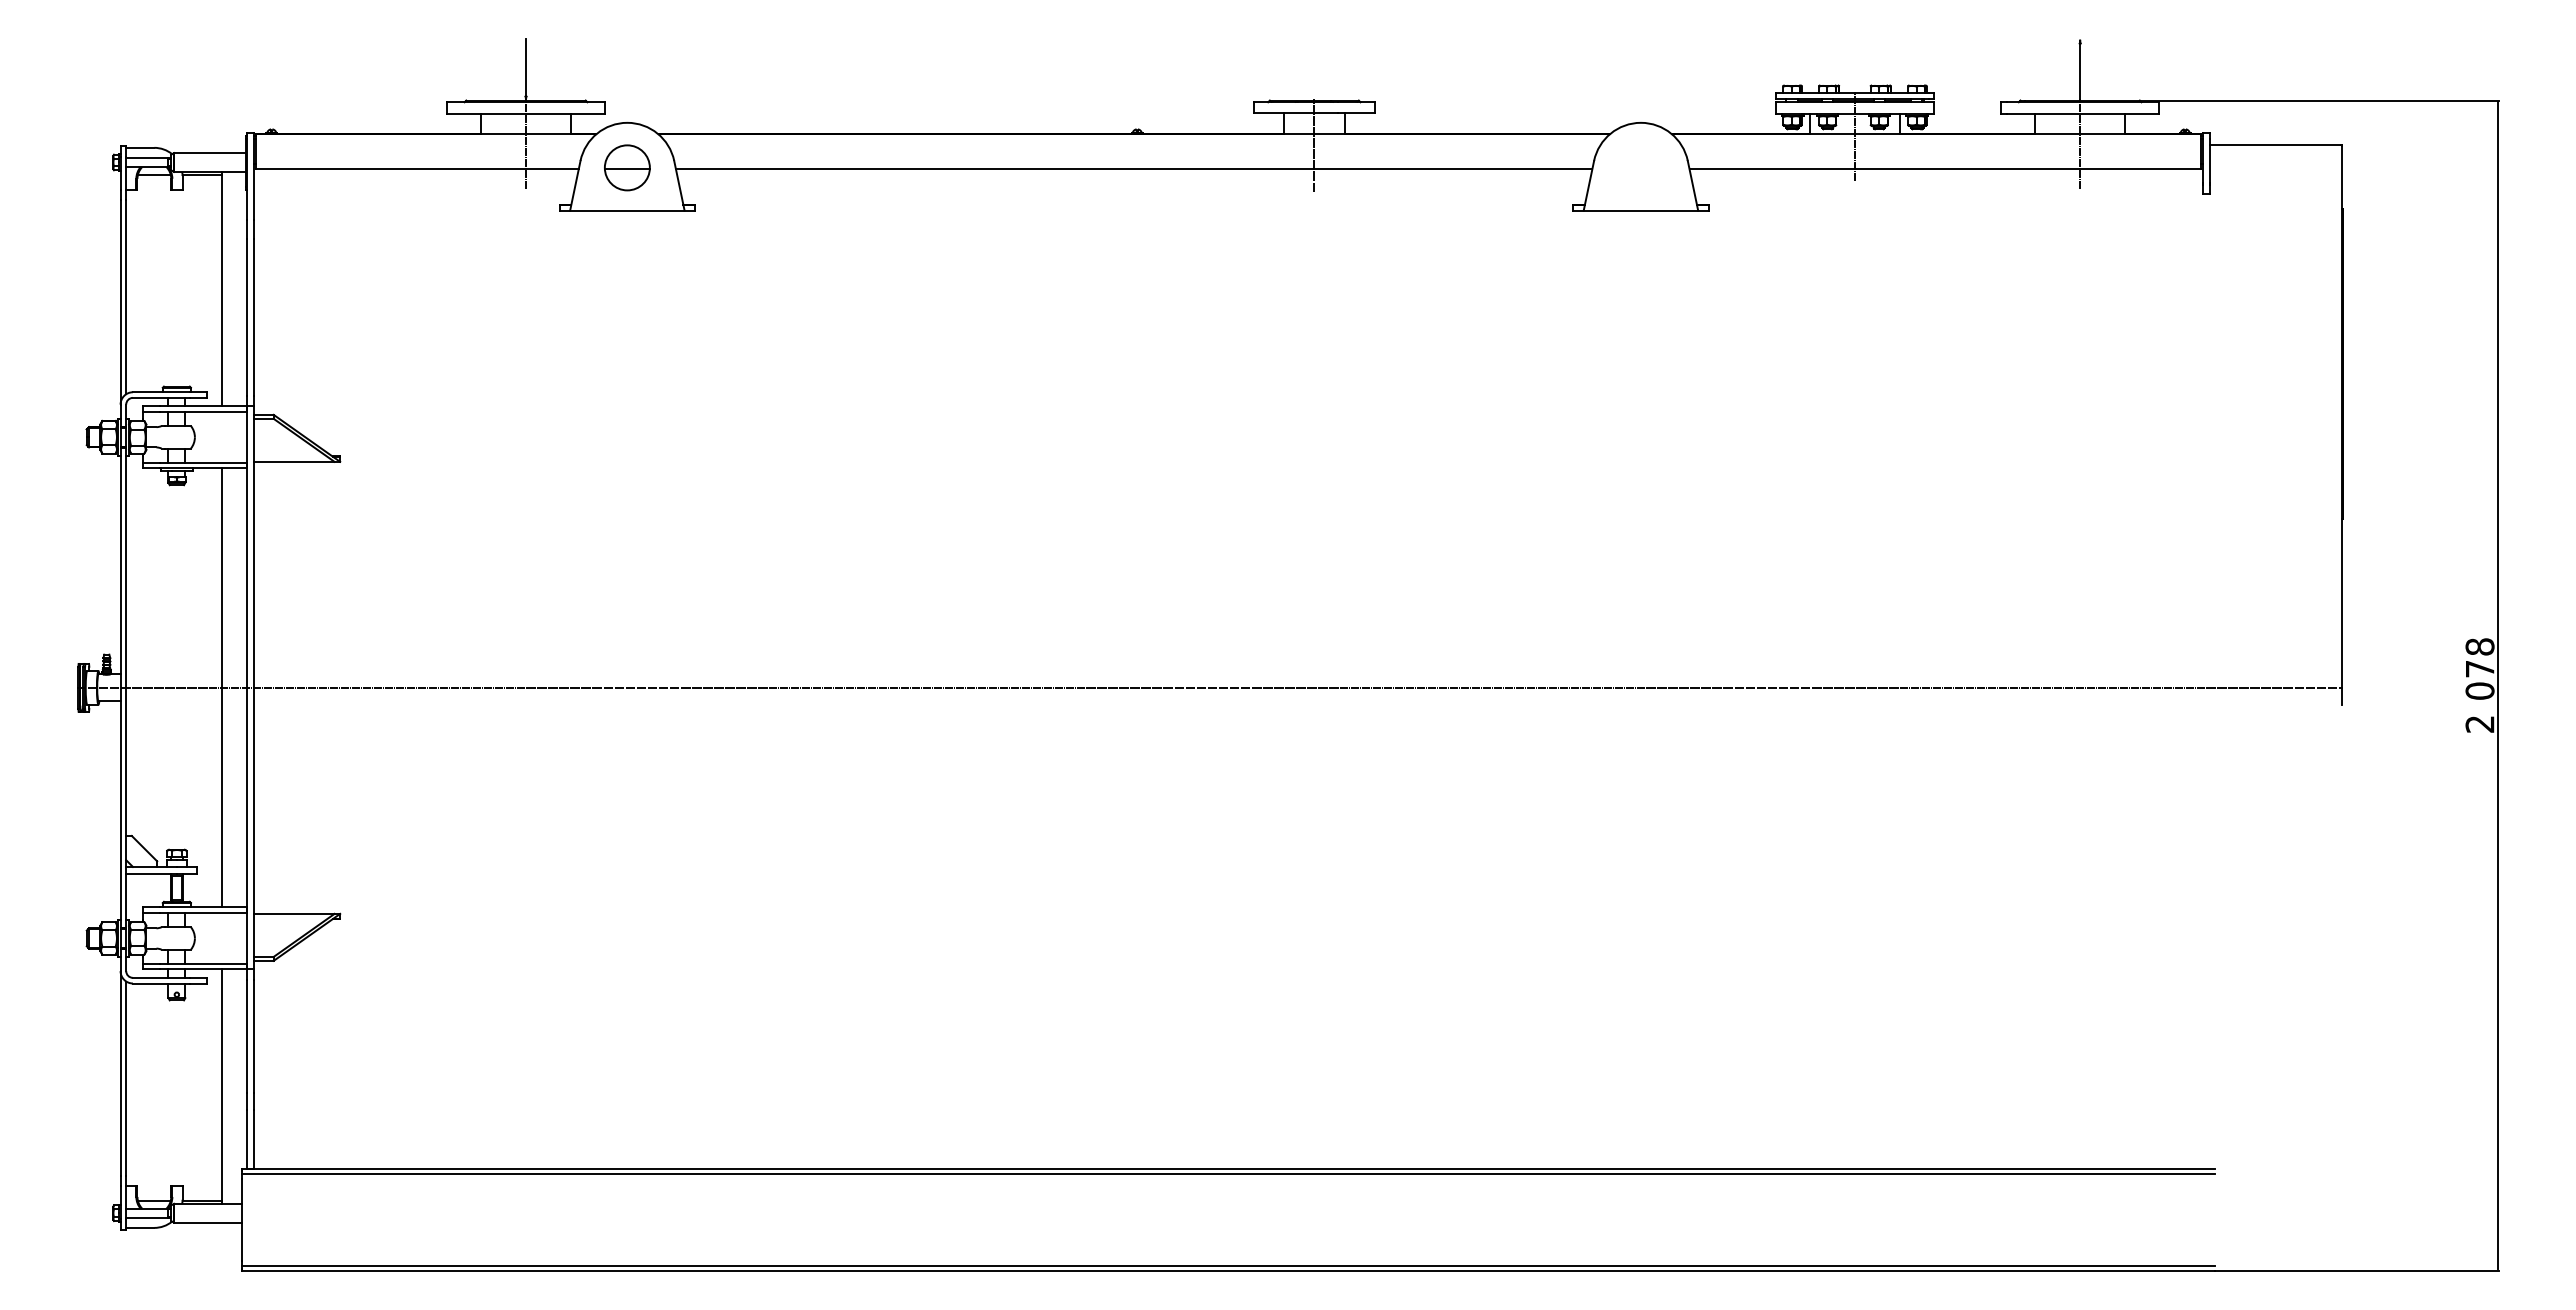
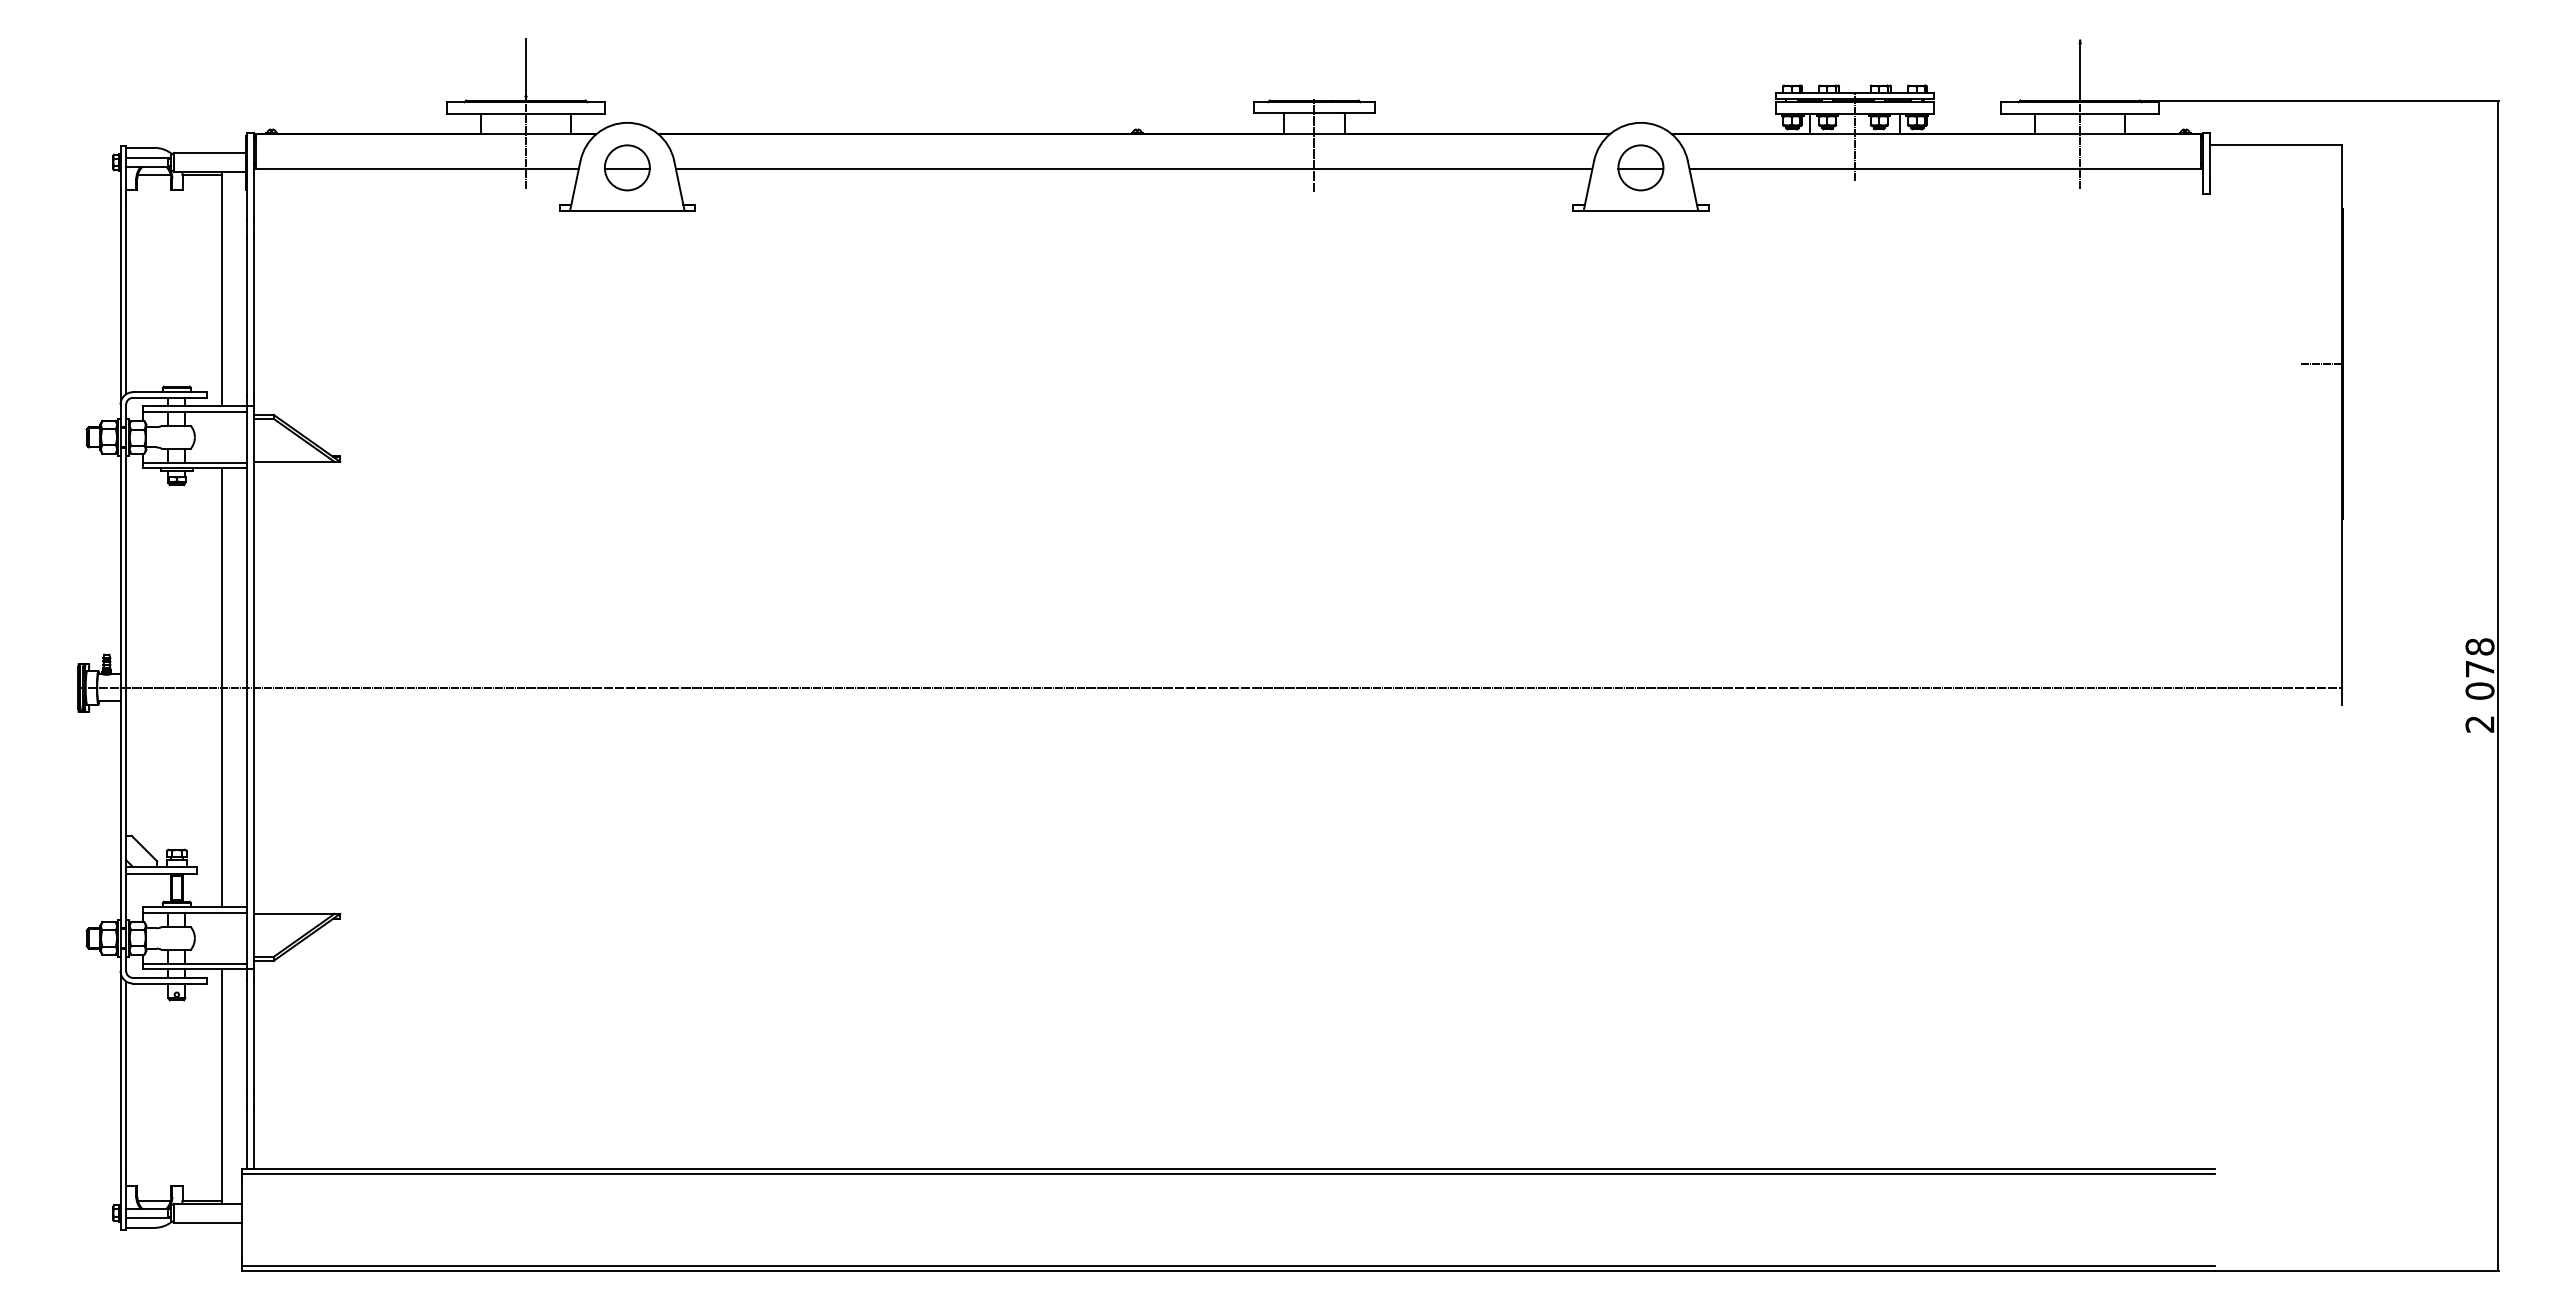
part at (1640, 167): none -> present
line at (2321, 364): none -> present
